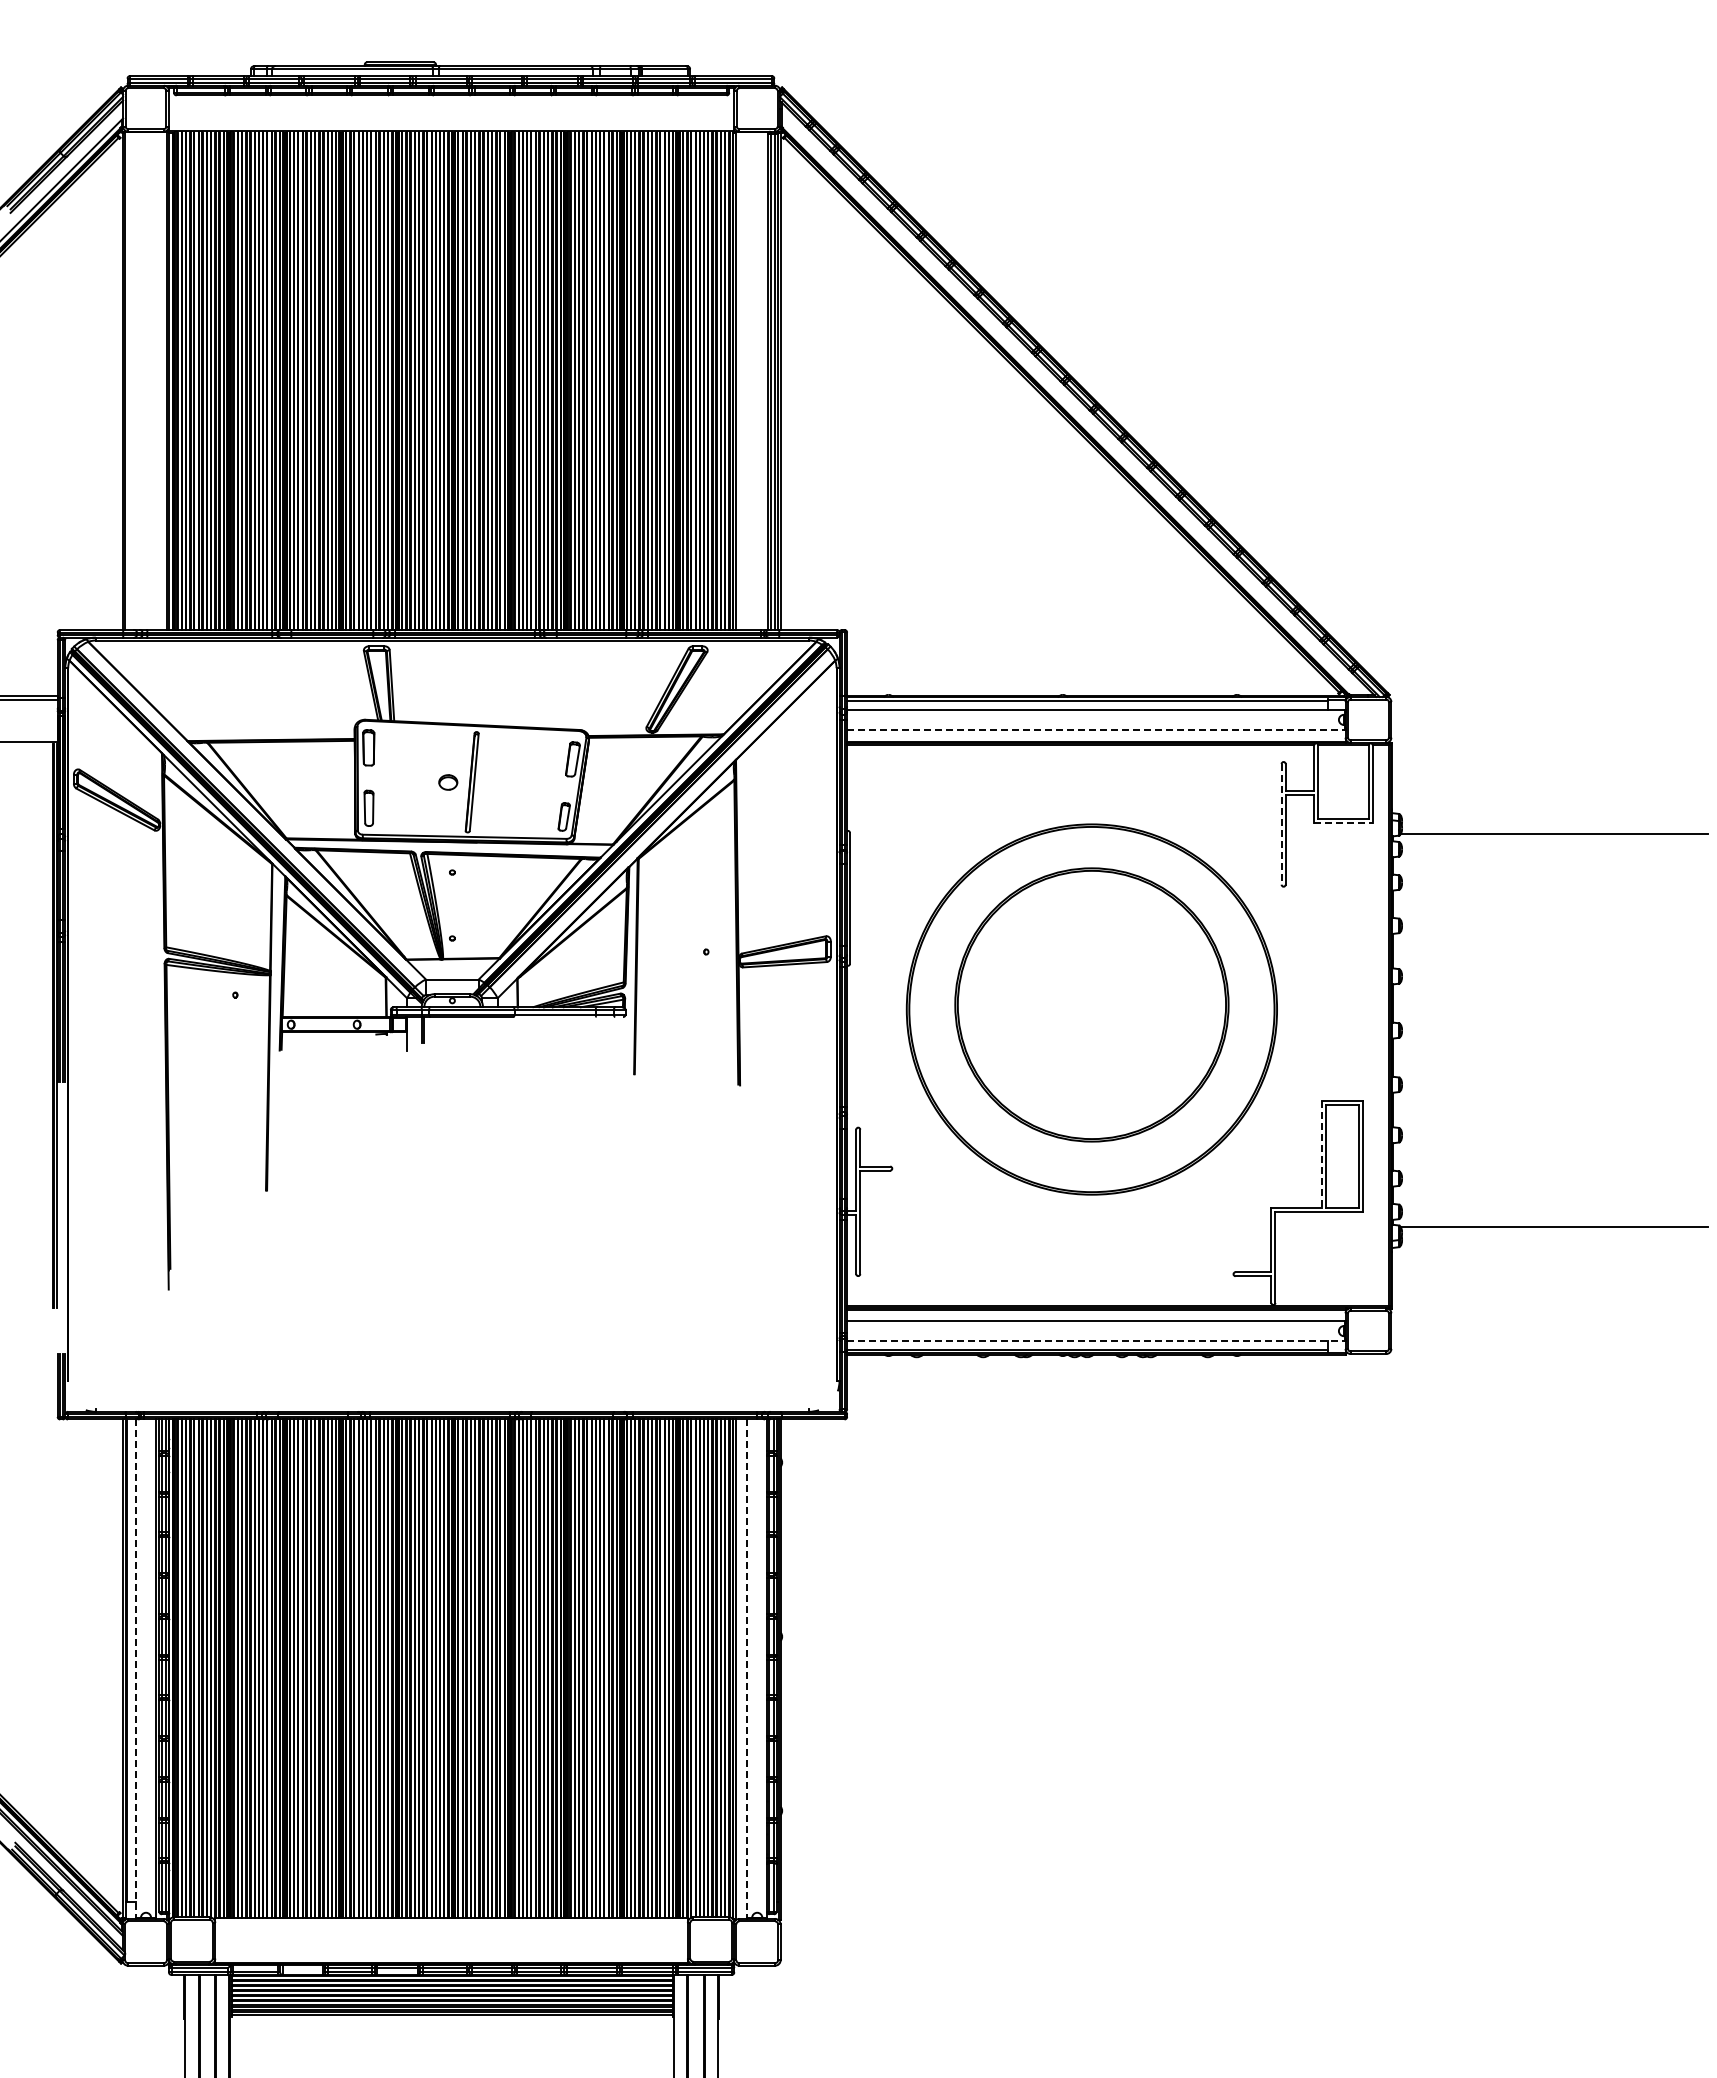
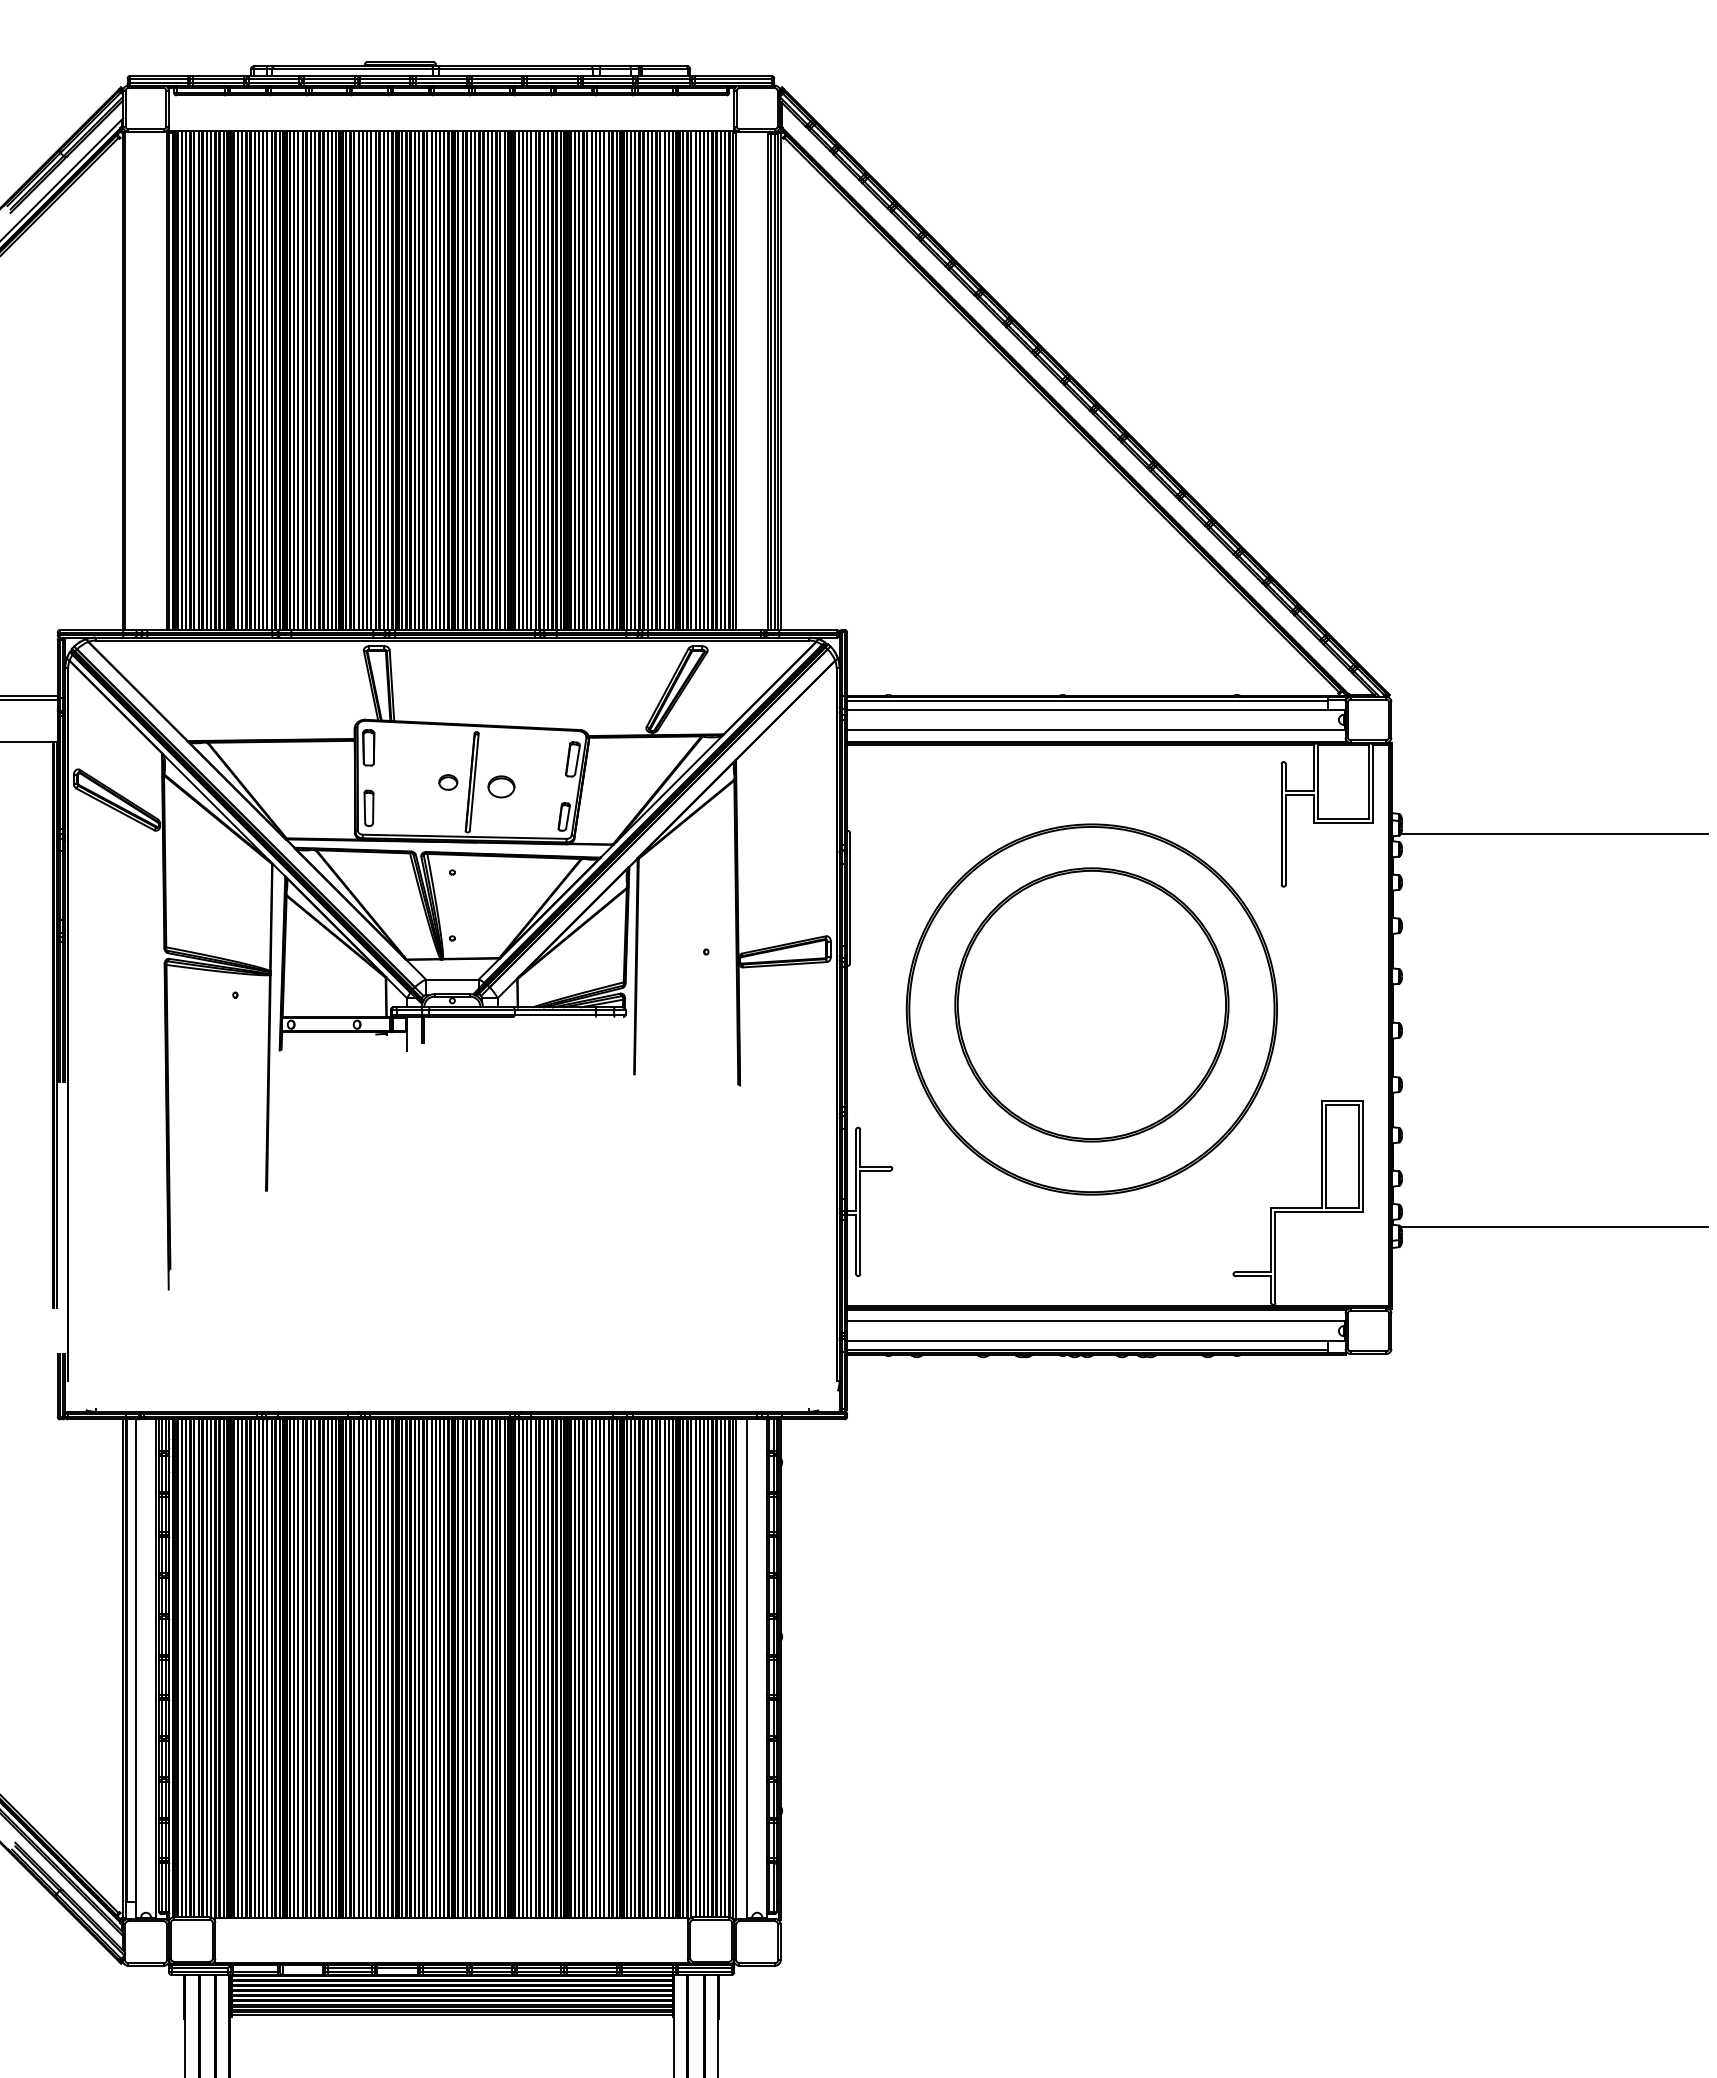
line at (1095, 730): dashed -> solid
part at (501, 786): none -> present
line at (1344, 823): dashed -> solid
line at (1281, 824): dashed -> solid
line at (1321, 1154): dashed -> solid
line at (1095, 1341): dashed -> solid
line at (135, 1669): dashed -> solid
line at (747, 1669): dashed -> solid
